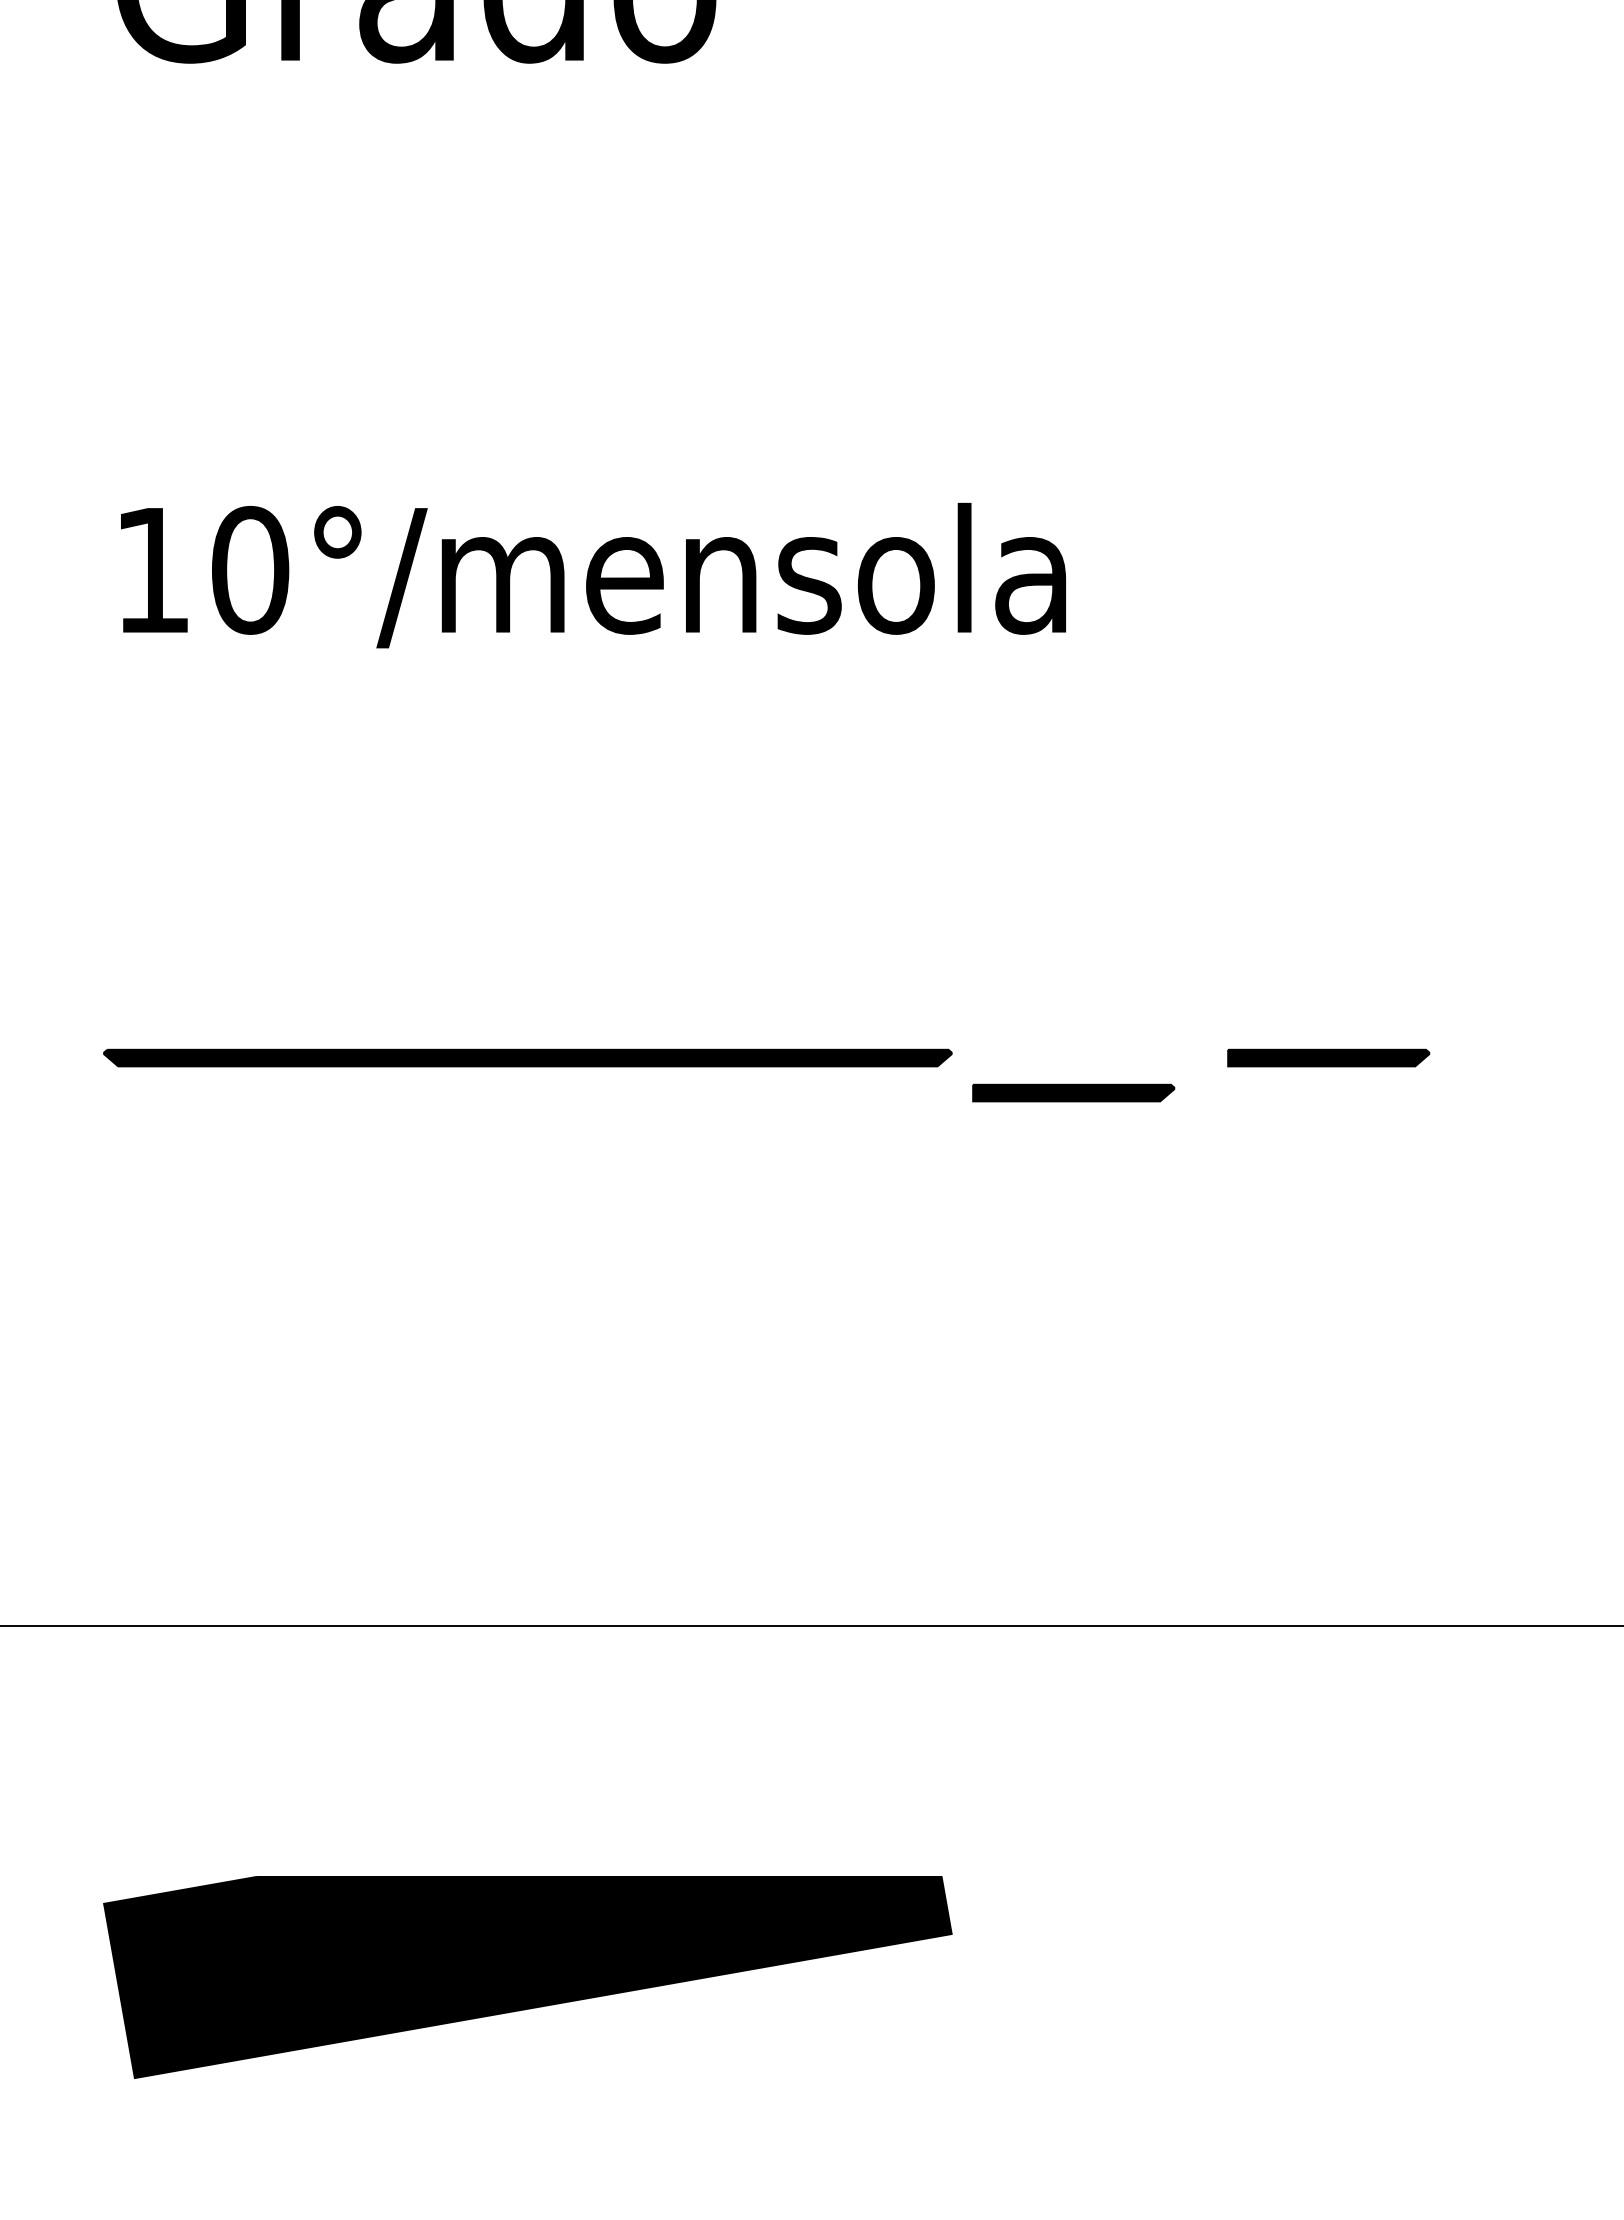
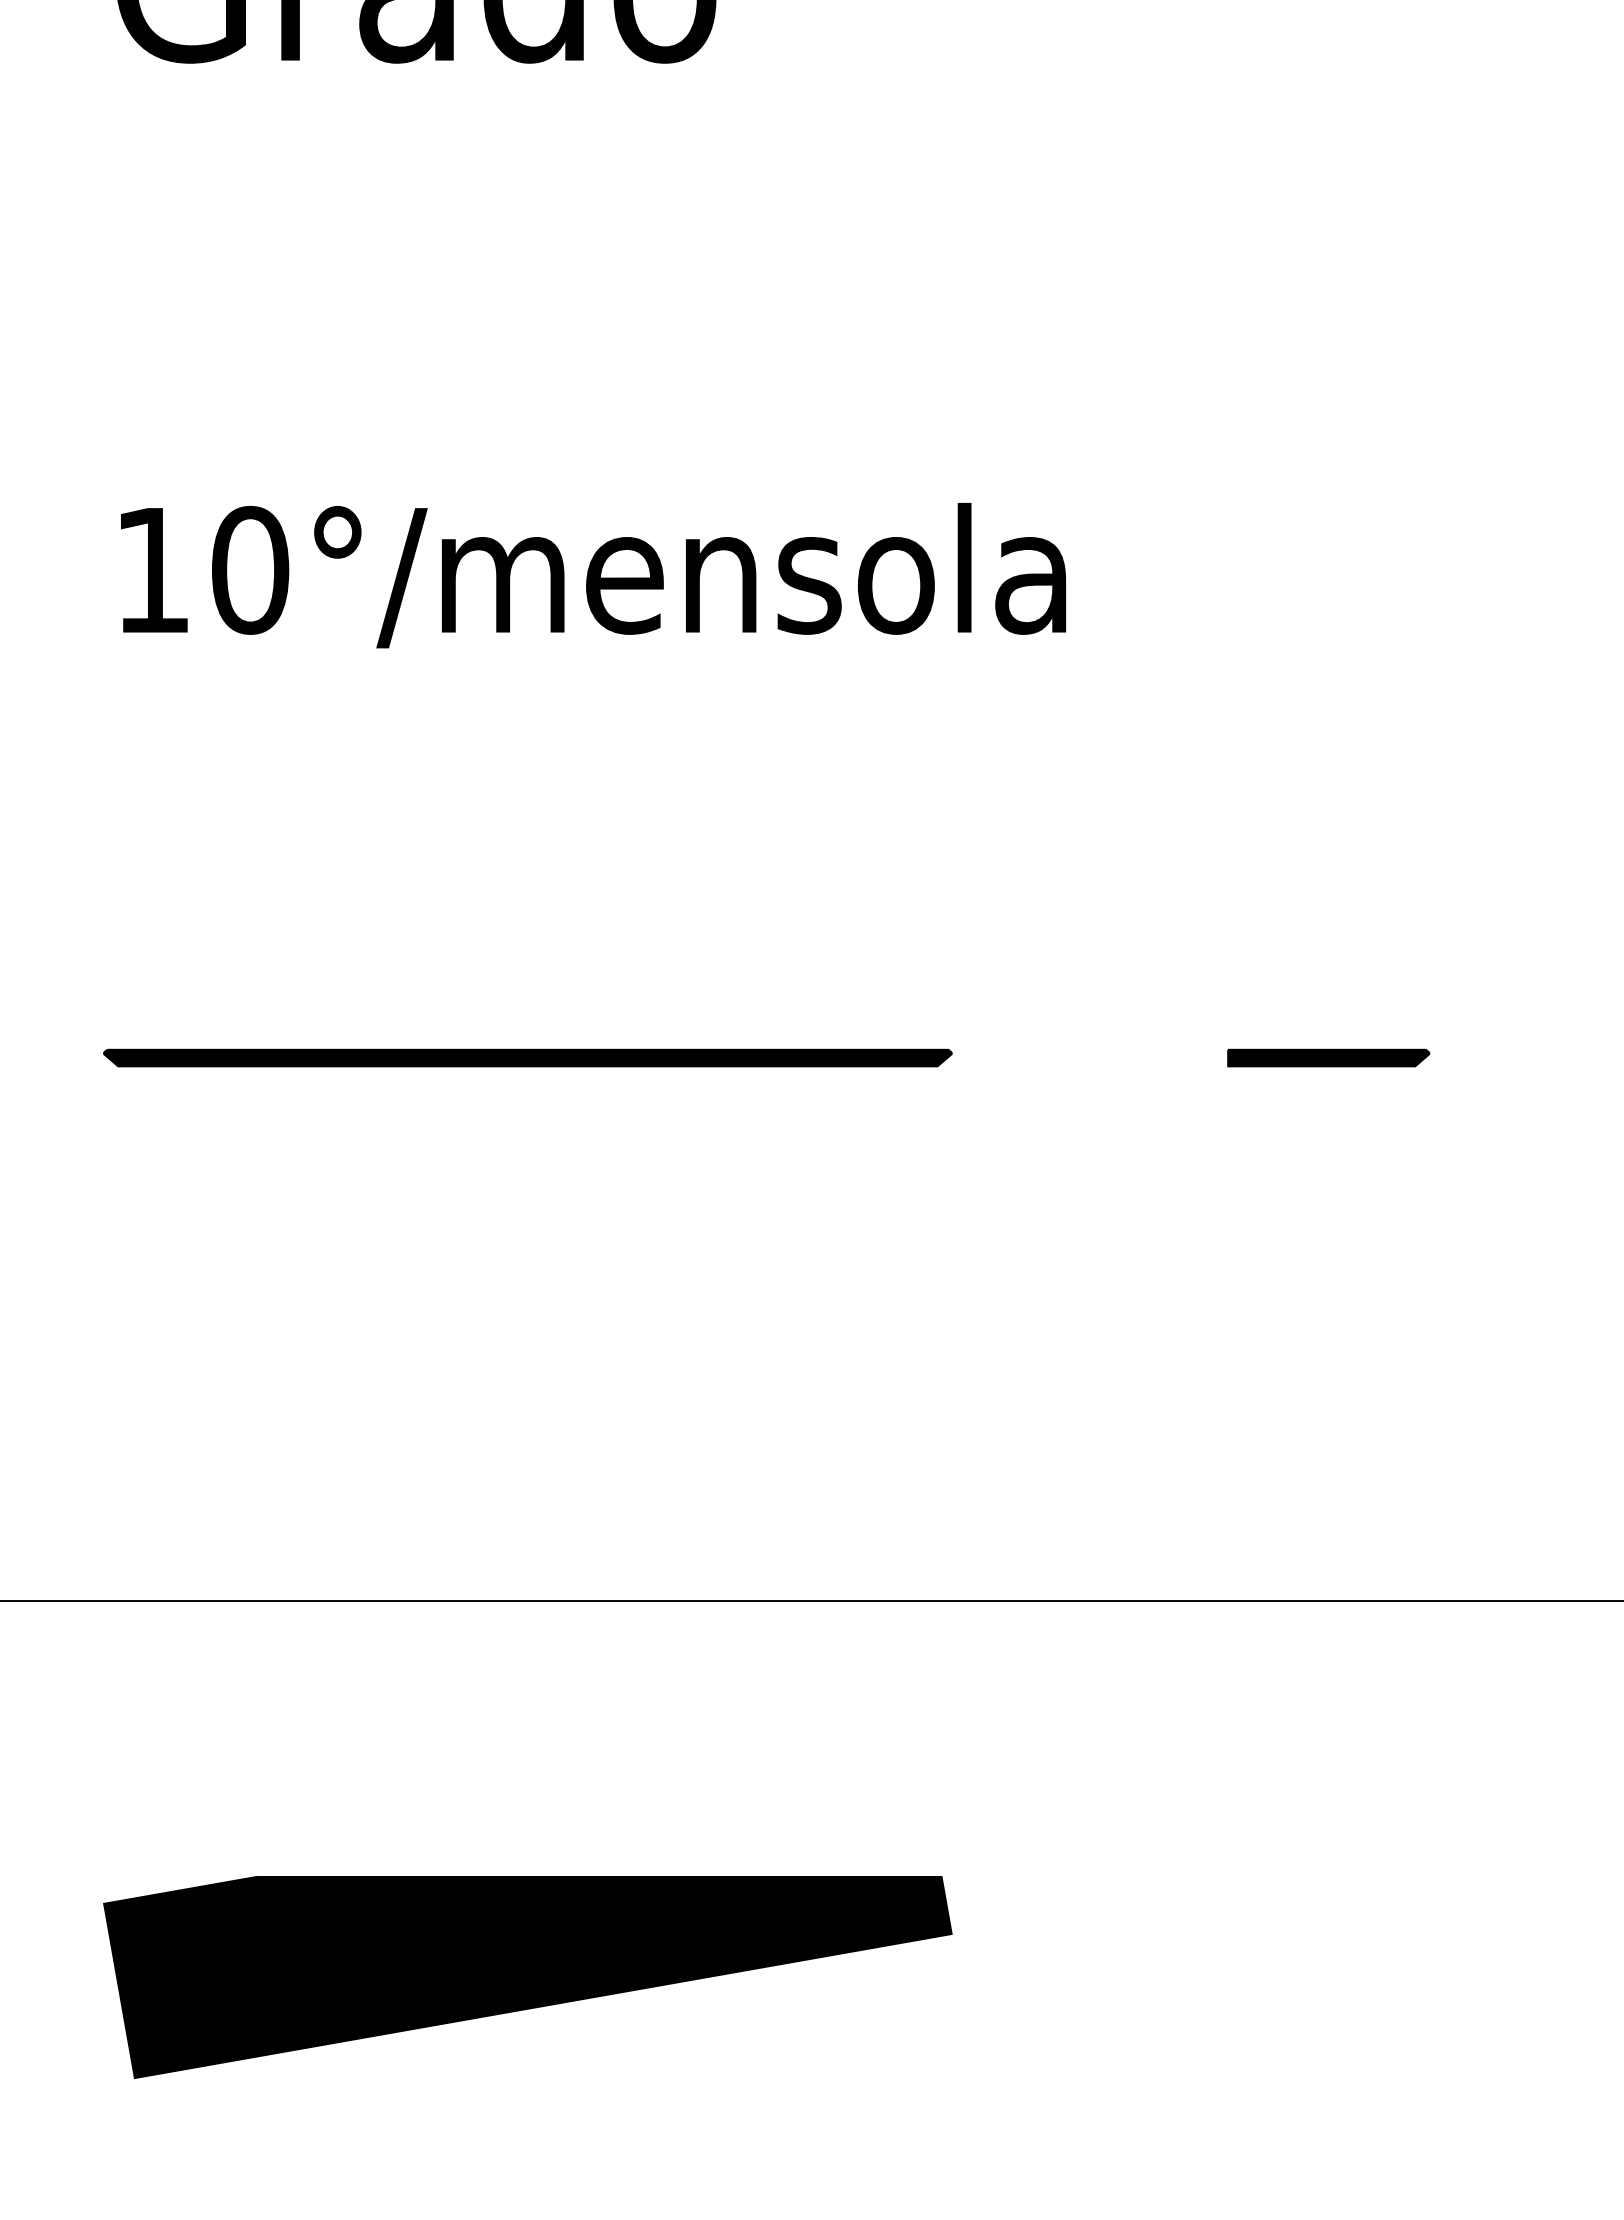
part at (1073, 1092): present -> none
line at (811, 1625) position: (811, 1625) -> (811, 1600)
